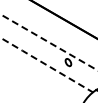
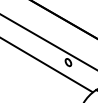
line at (48, 42): dashed -> solid
line at (46, 64): dashed -> solid
